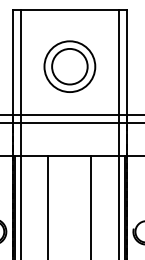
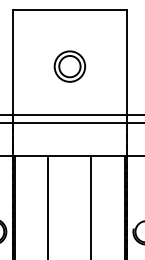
part at (69, 66) size: 54x53 px -> 34x33 px
line at (21, 132): present -> none
line at (118, 132): present -> none
